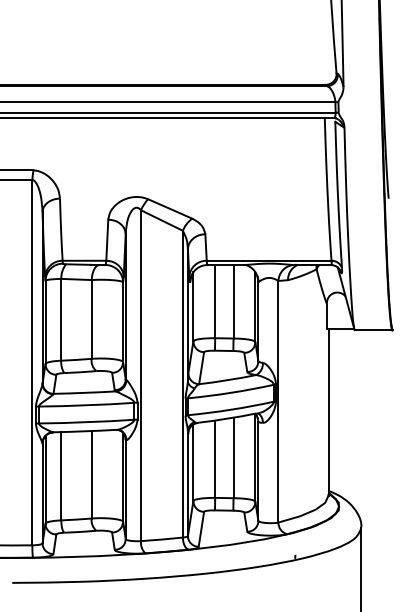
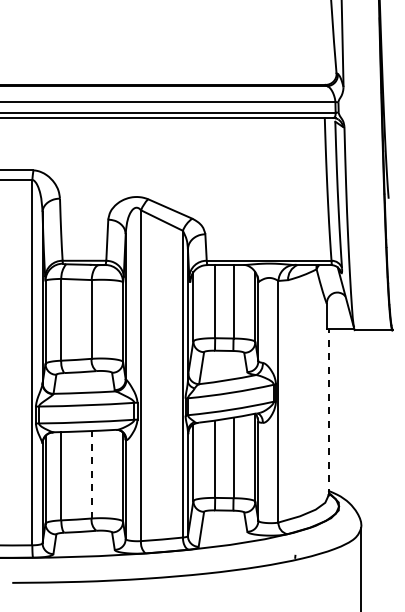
line at (328, 412): solid -> dashed
line at (91, 474): solid -> dashed
